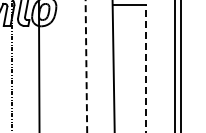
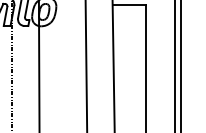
line at (86, 66): dashed -> solid
line at (145, 68): dashed -> solid
